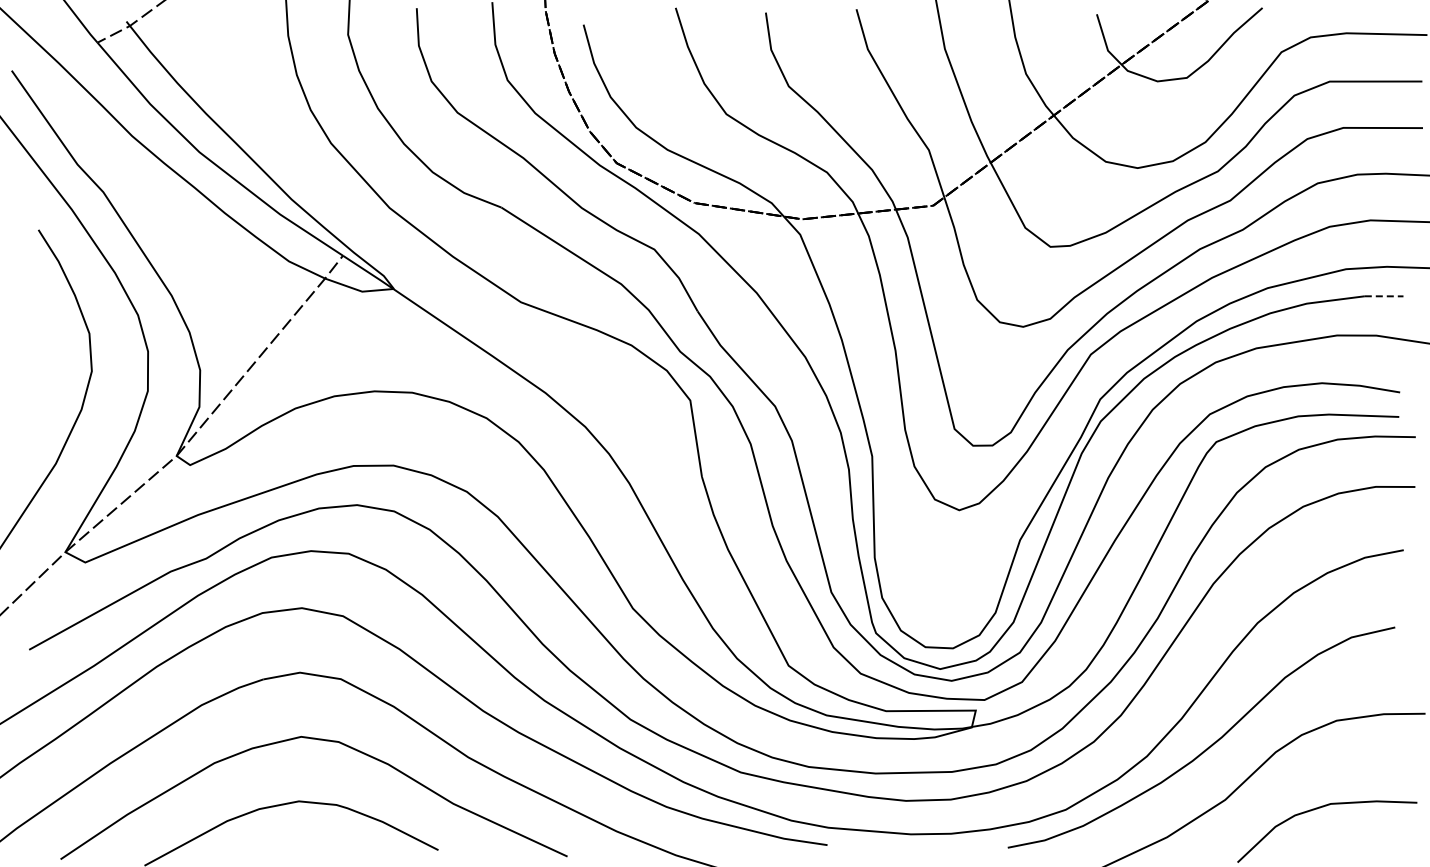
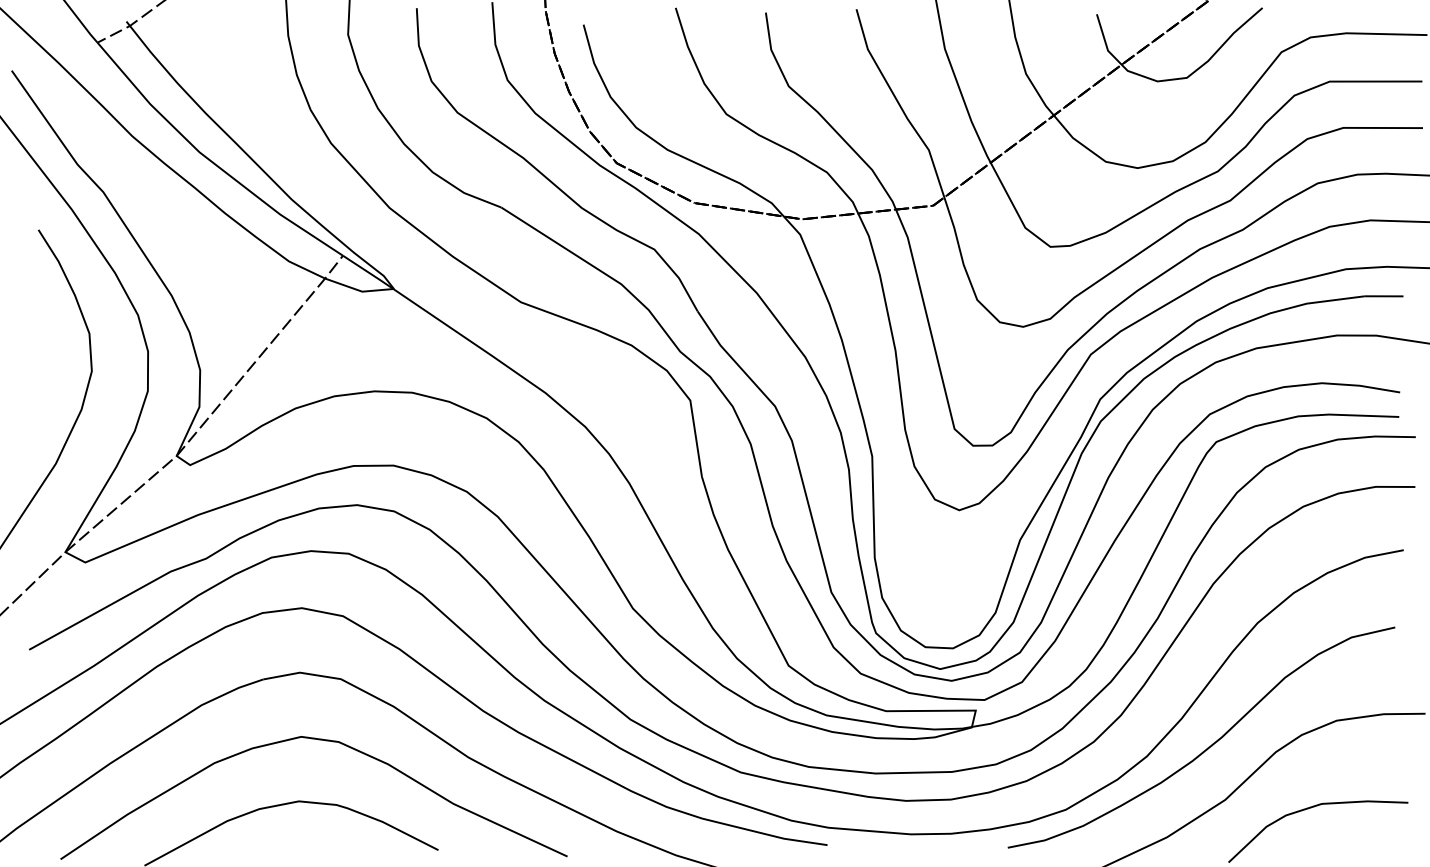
line at (1384, 296): dashed -> solid
curve at (1320, 808) position: (1320, 808) -> (1311, 808)
